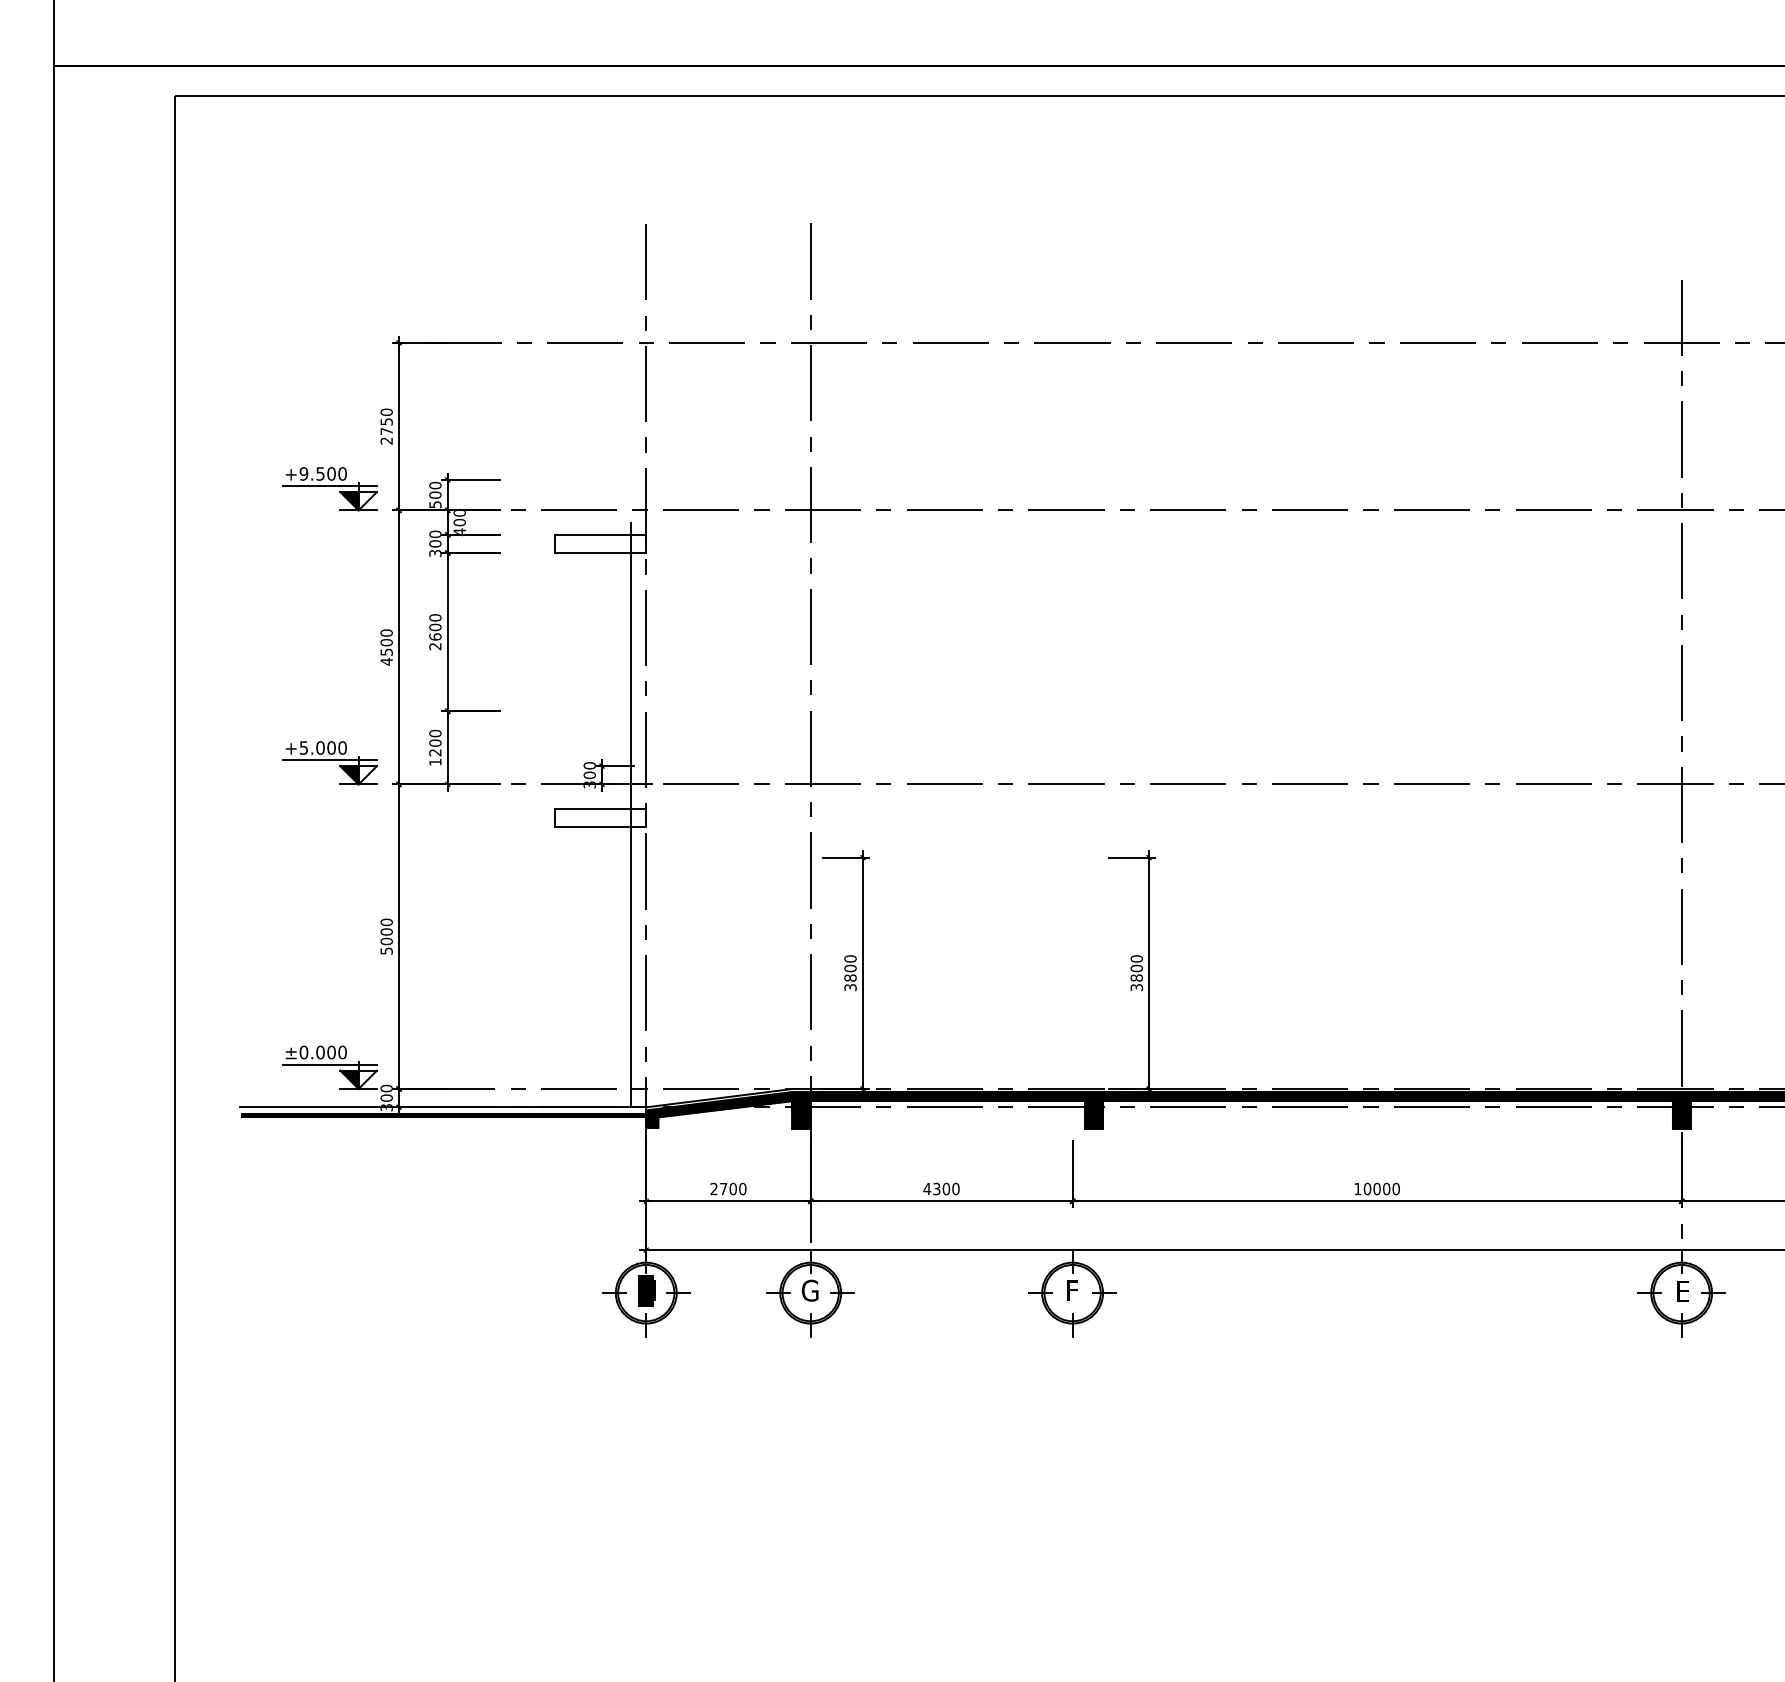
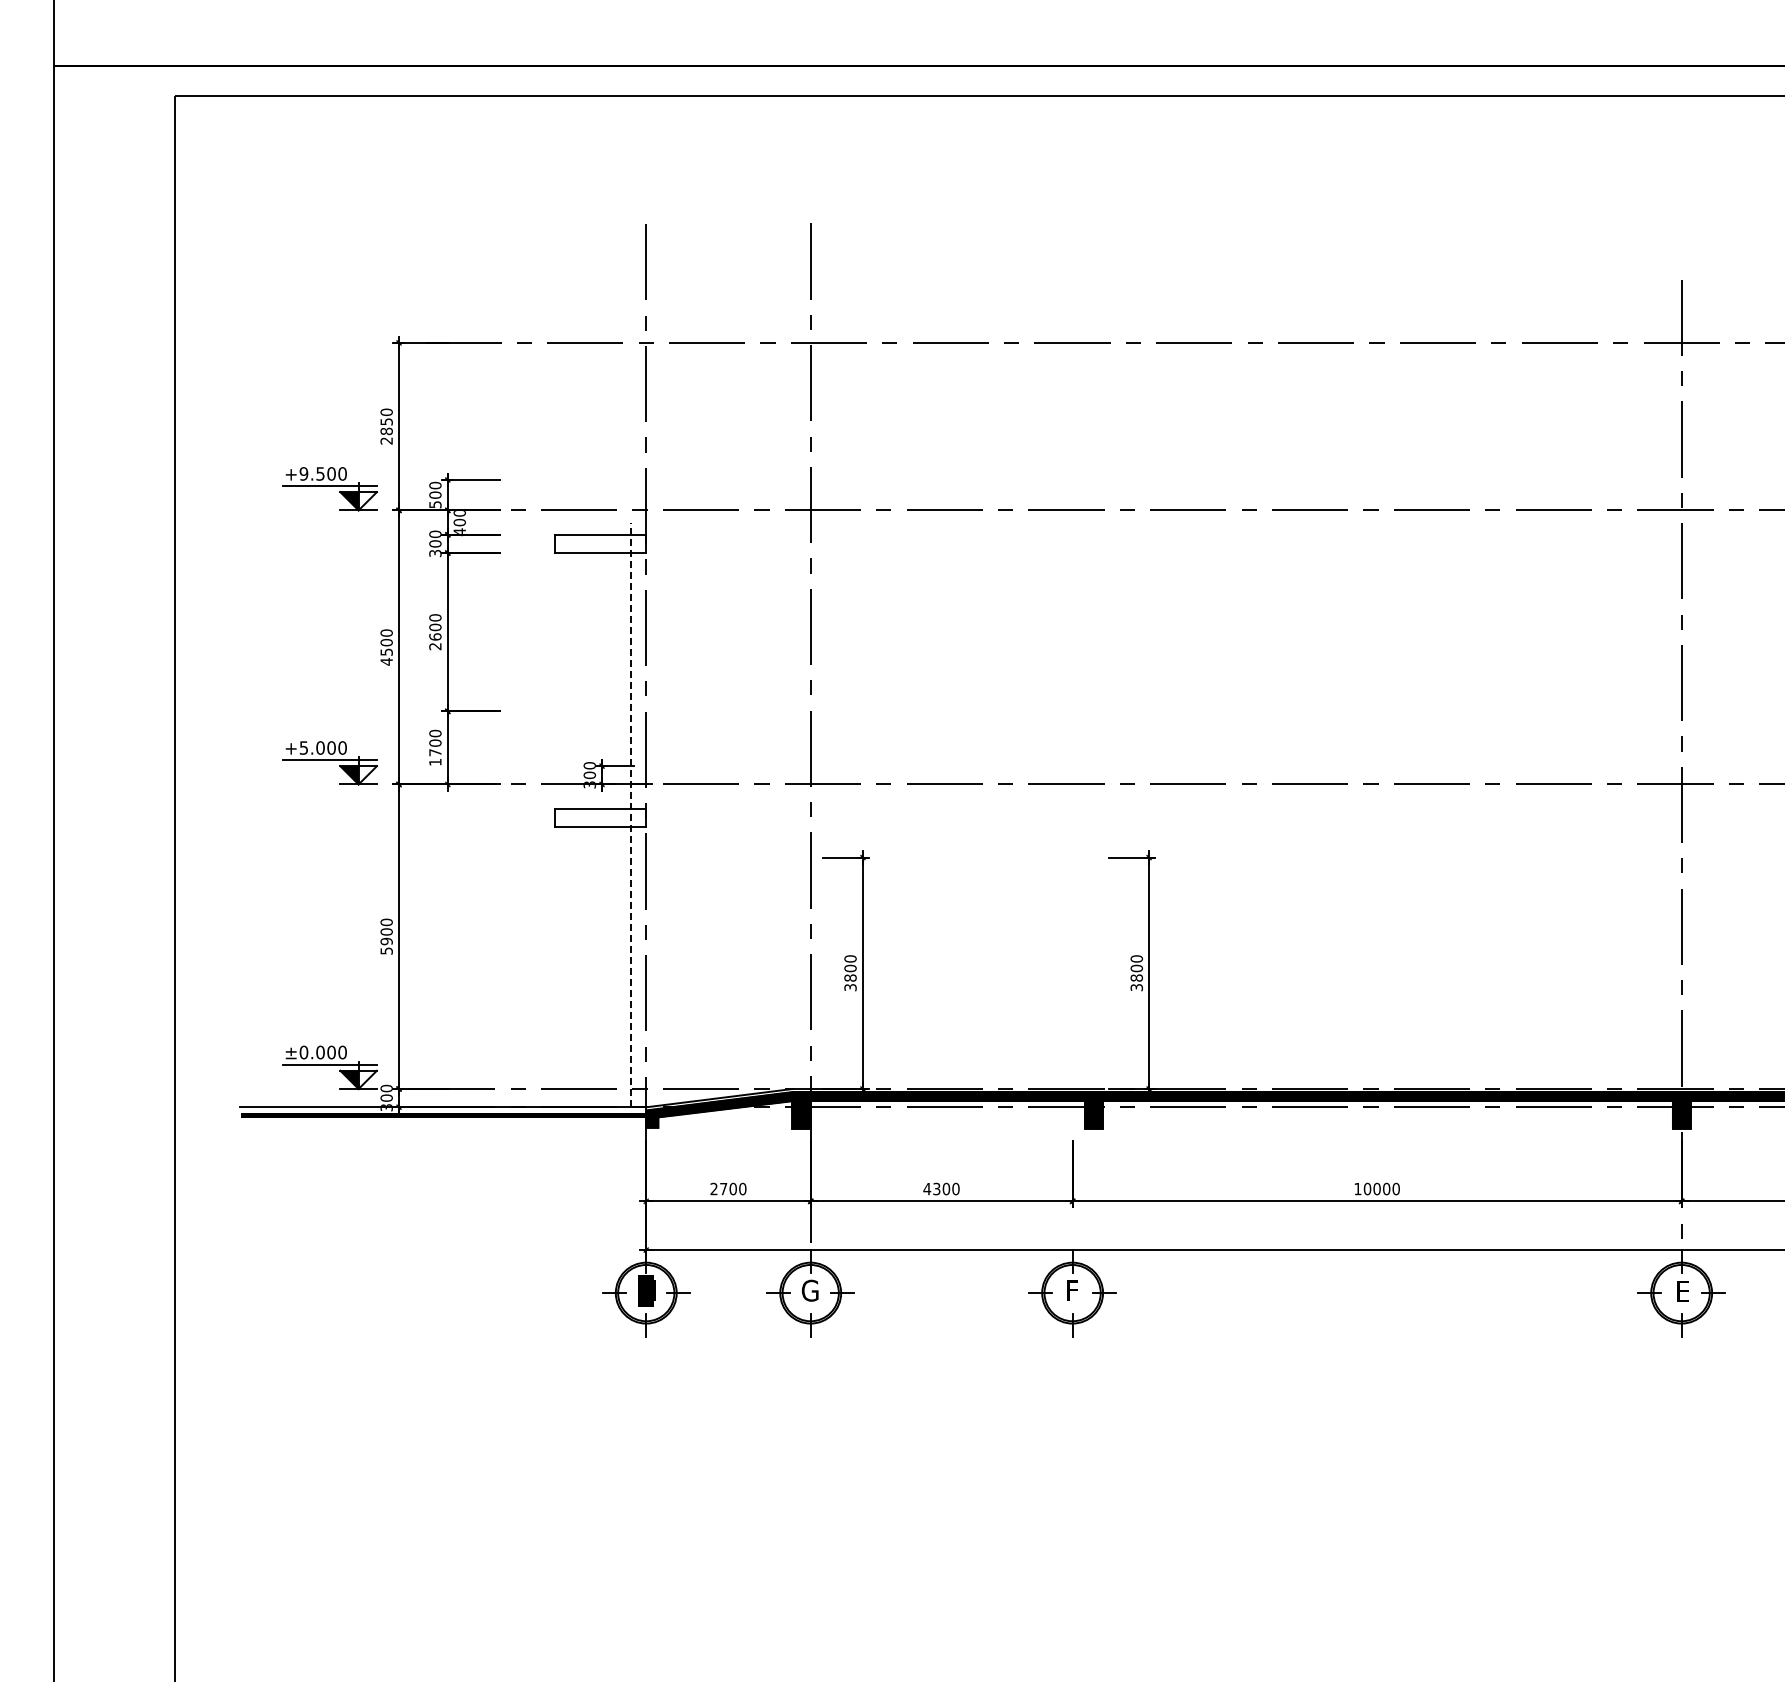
text at (386, 431): 2750 -> 2850
text at (435, 752): 1200 -> 1700
line at (631, 814): solid -> dashed
text at (386, 941): 5000 -> 5900
